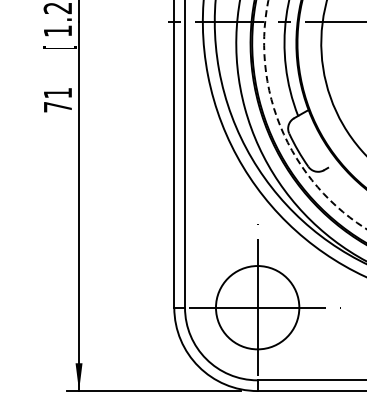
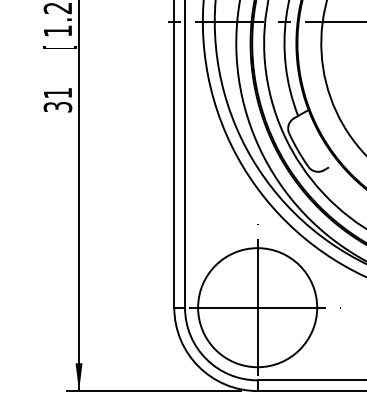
text at (57, 107): 71 -> 31
arc at (281, 128): dashed -> solid
circle at (257, 307) diameter: 83 px -> 119 px
